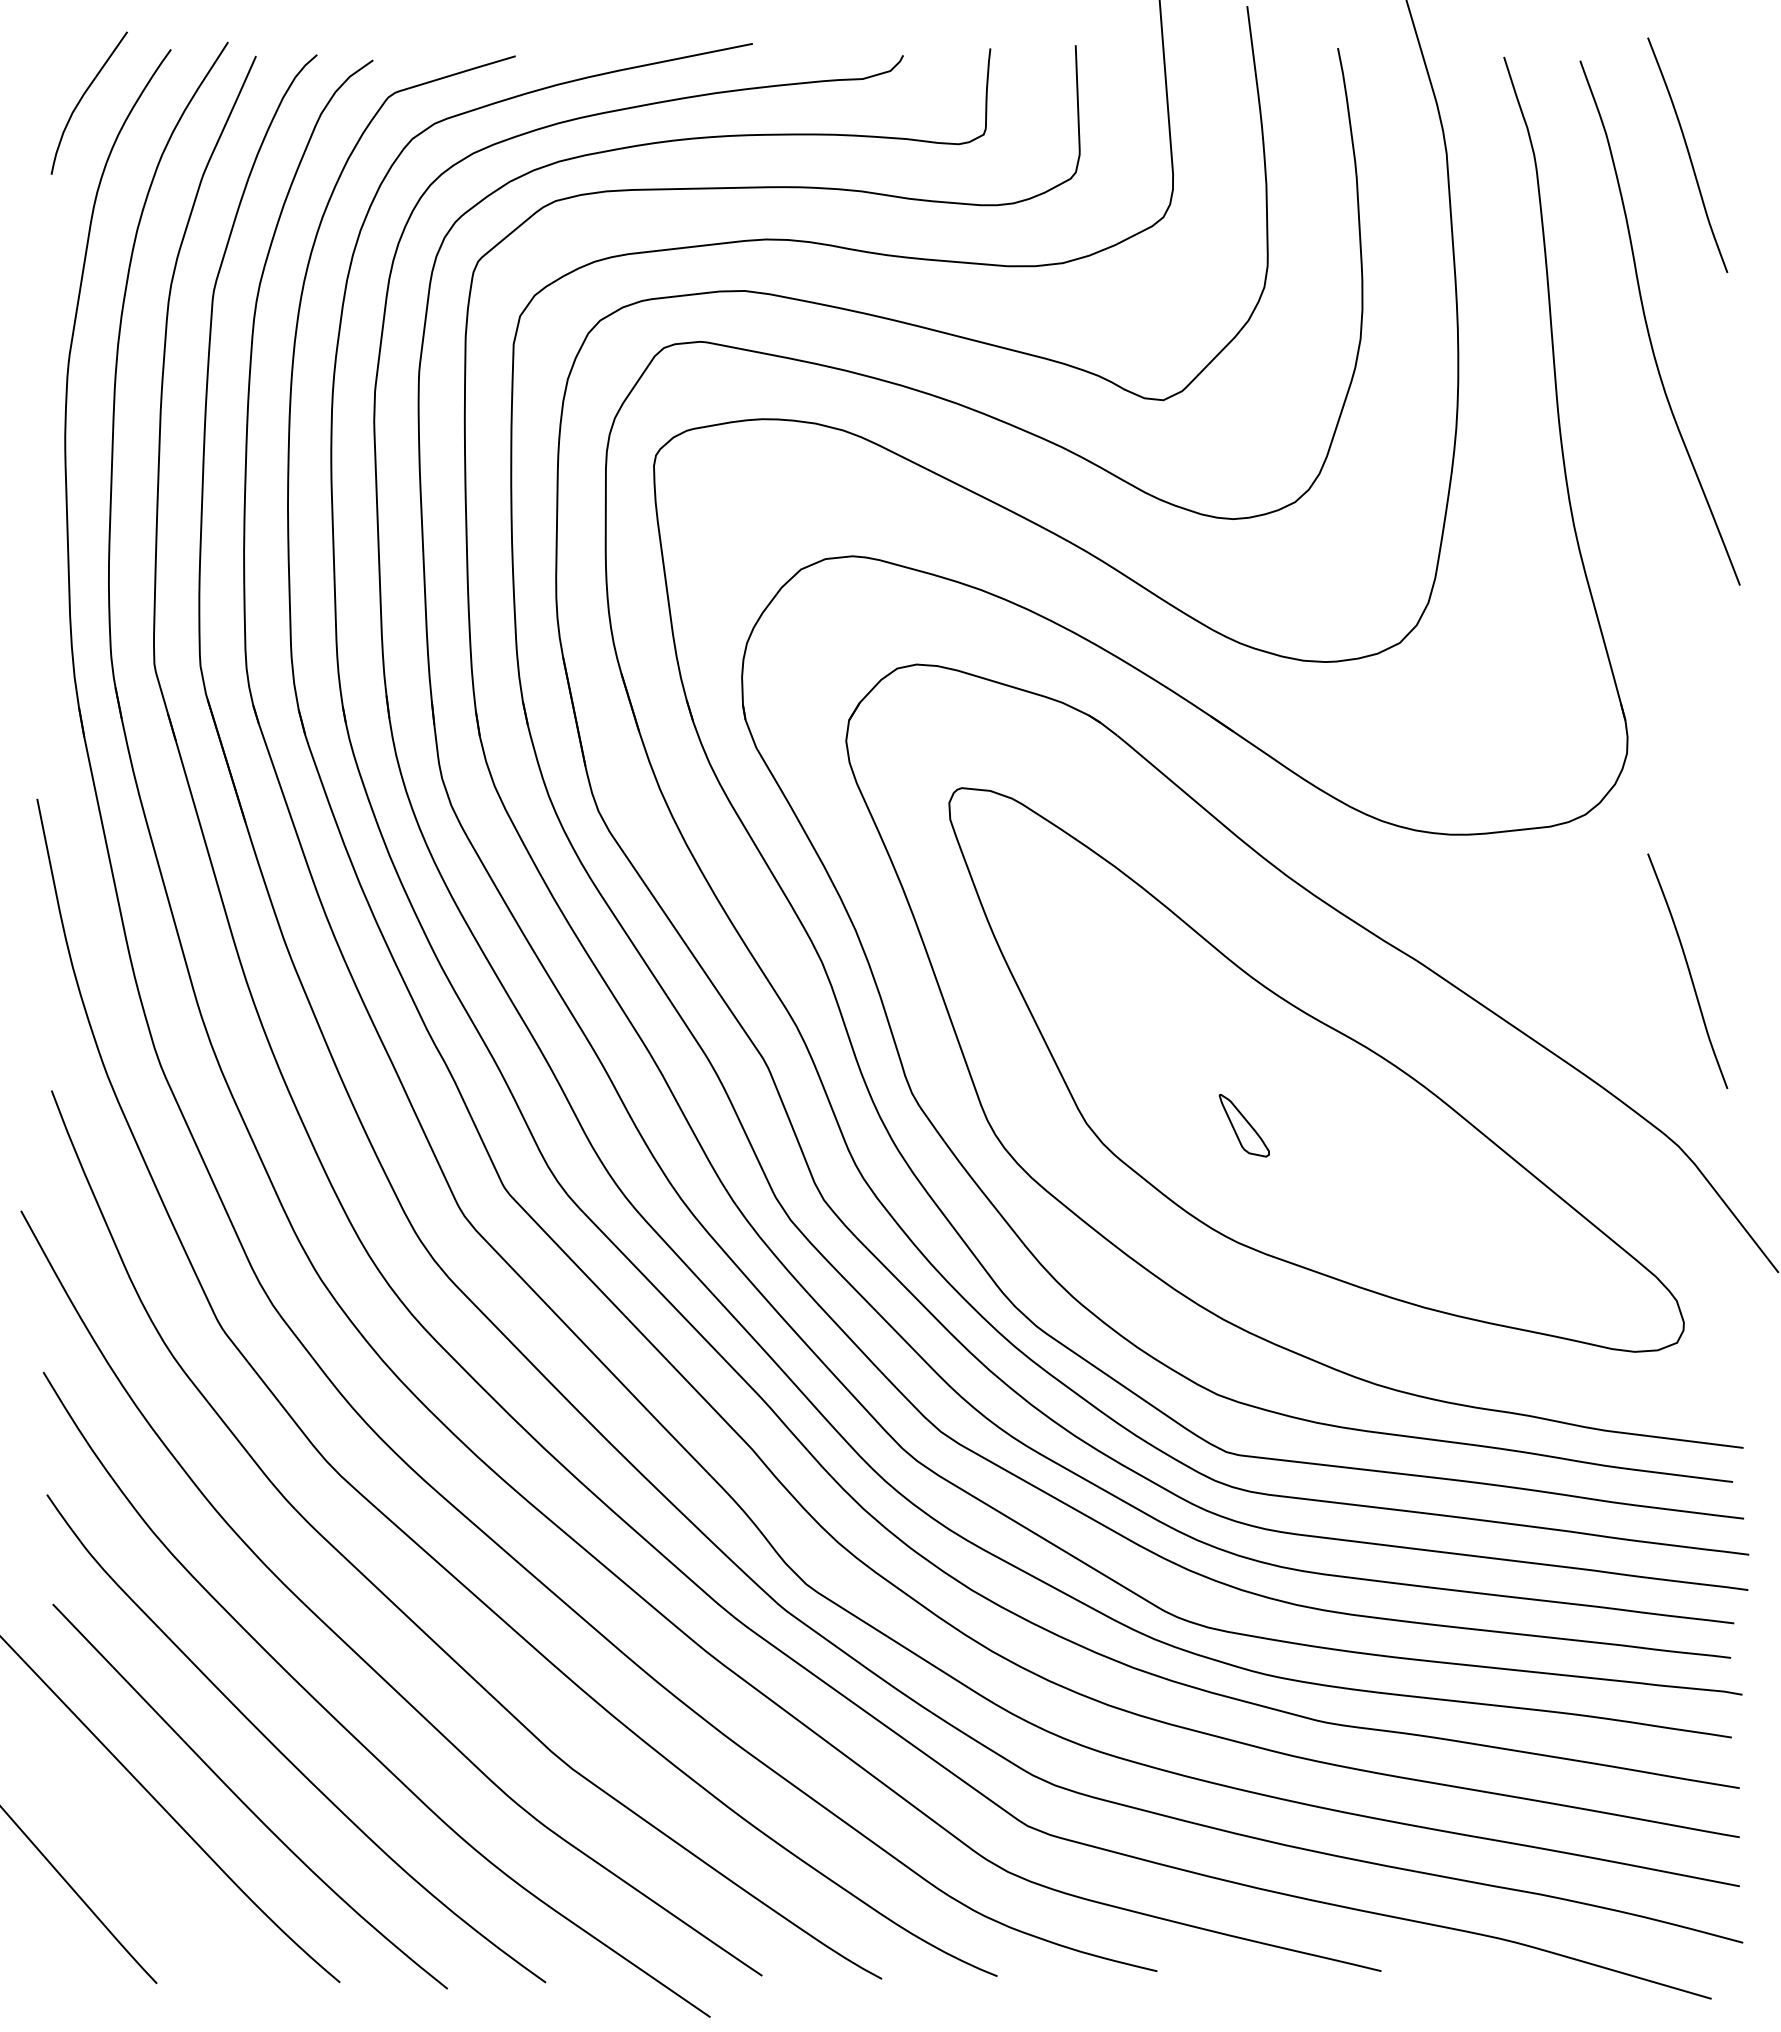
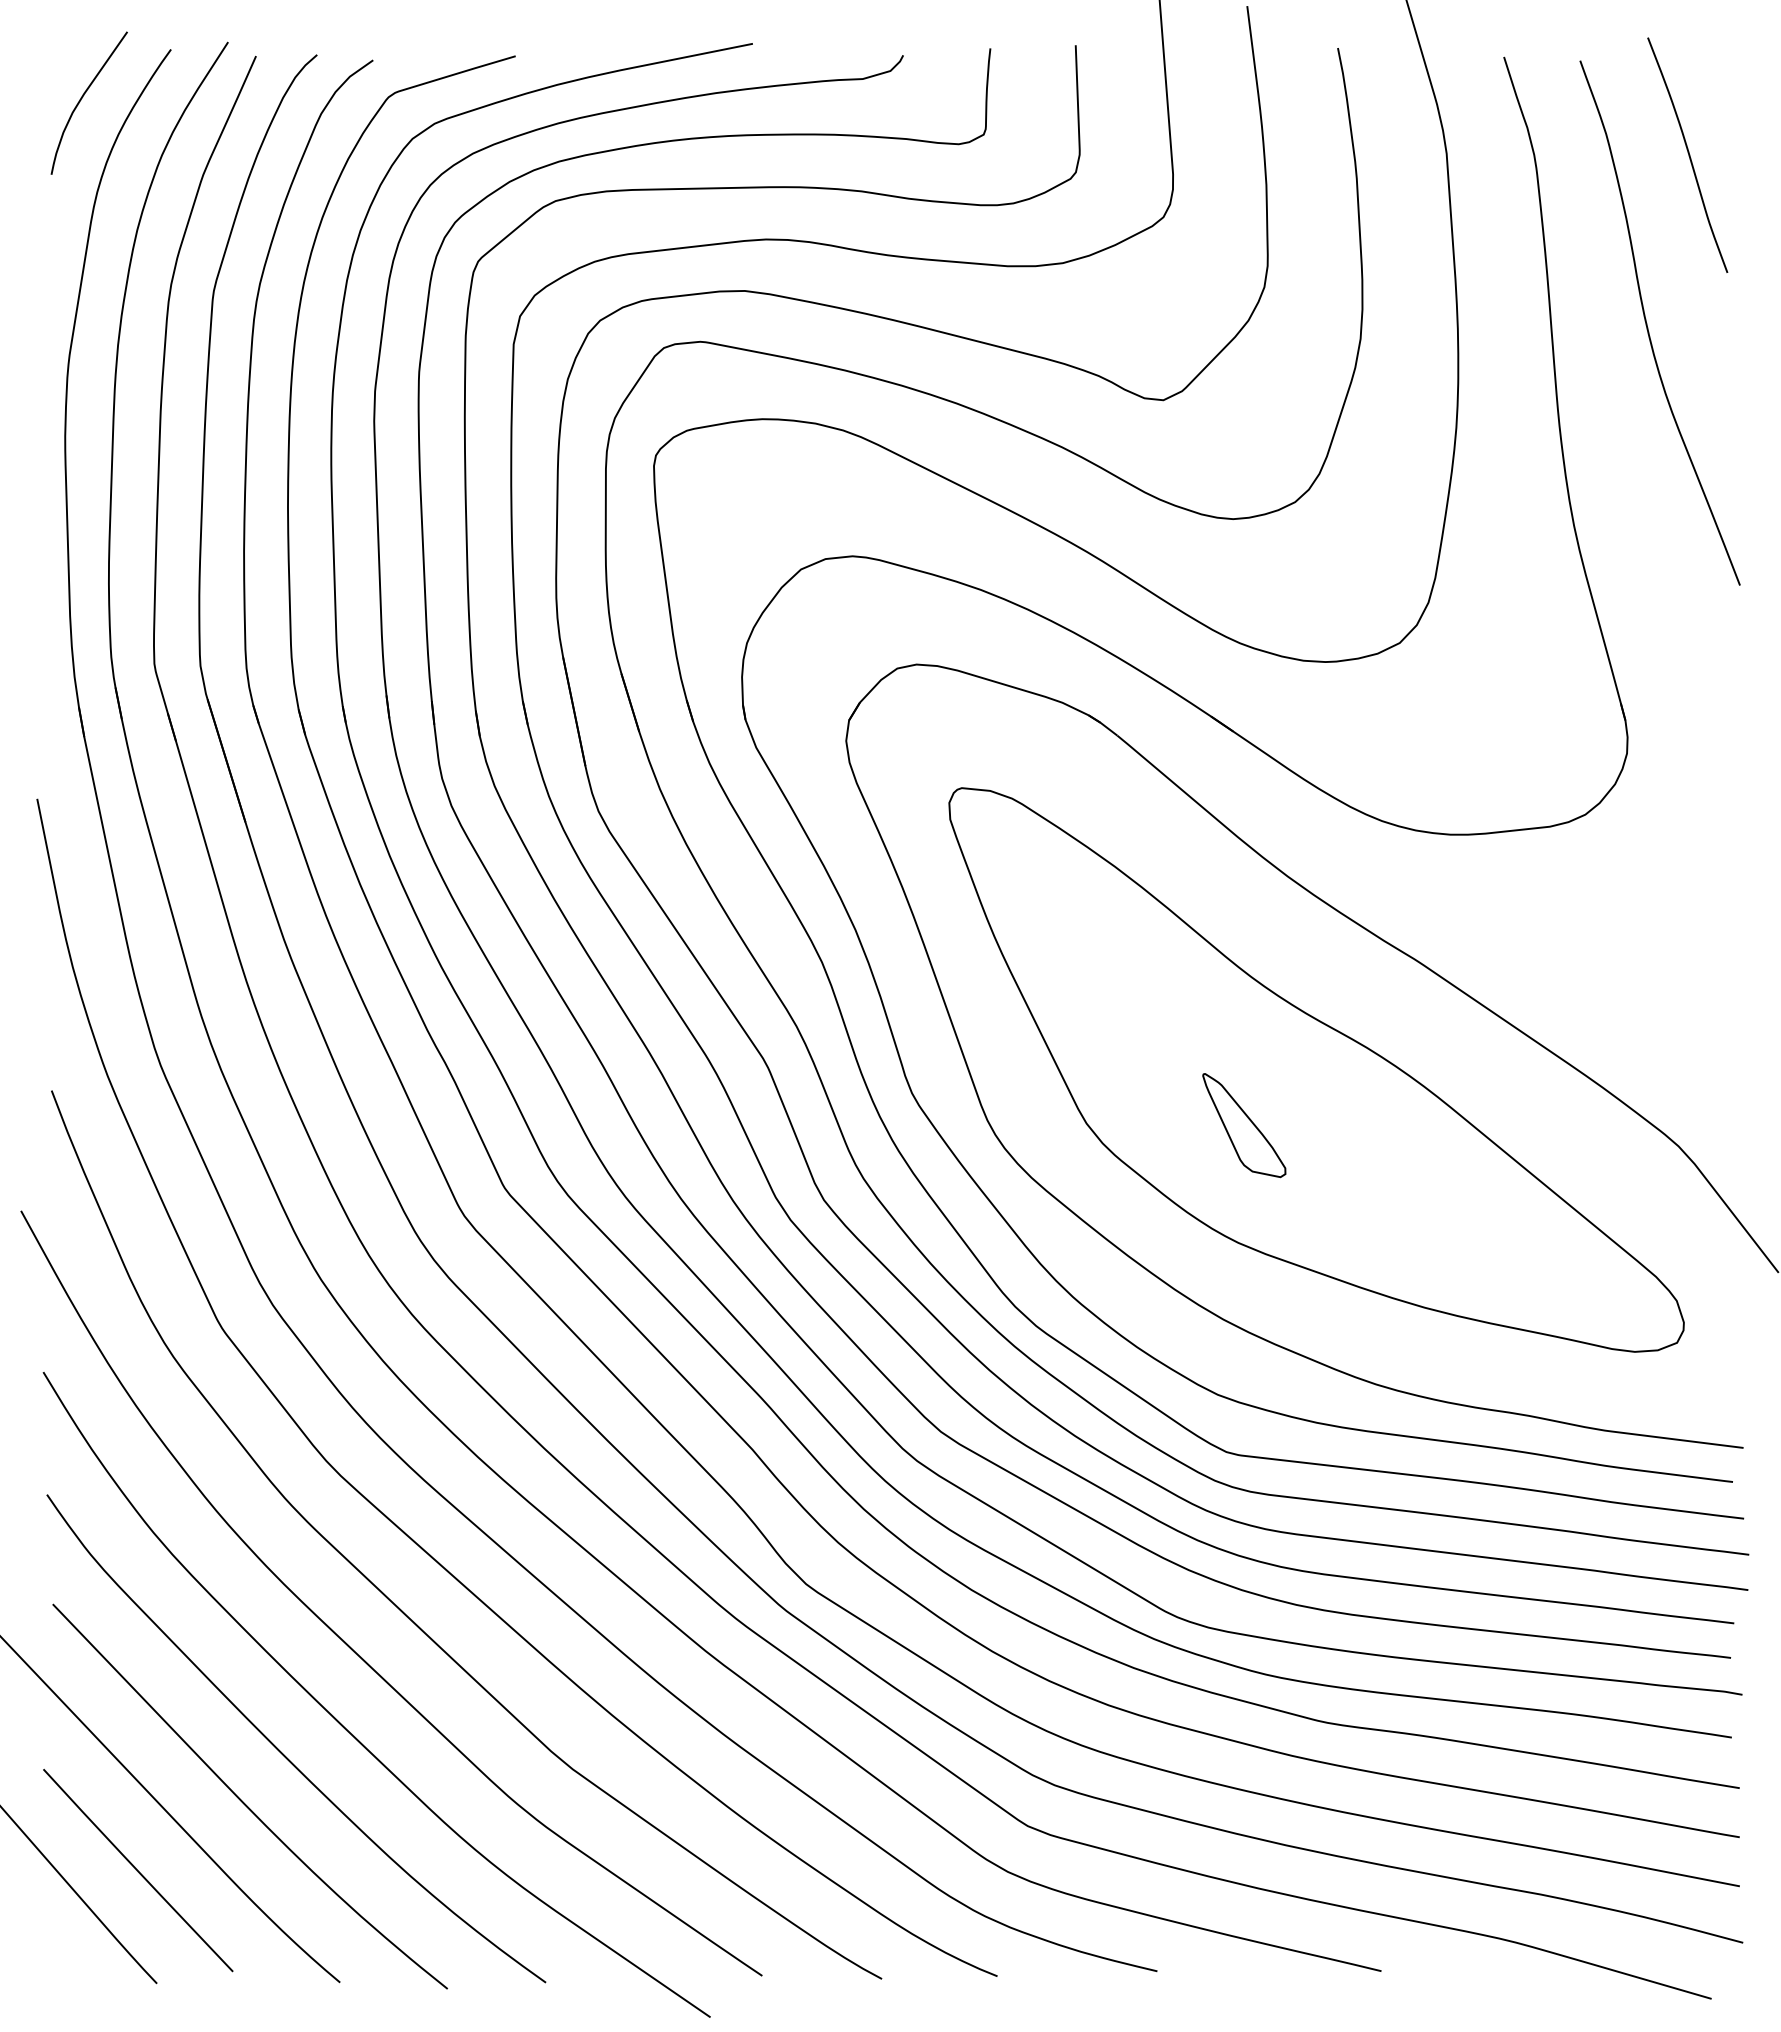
curve at (1688, 970): present -> none
part at (1243, 1125) size: 52x65 px -> 85x106 px
line at (138, 1870): none -> present
